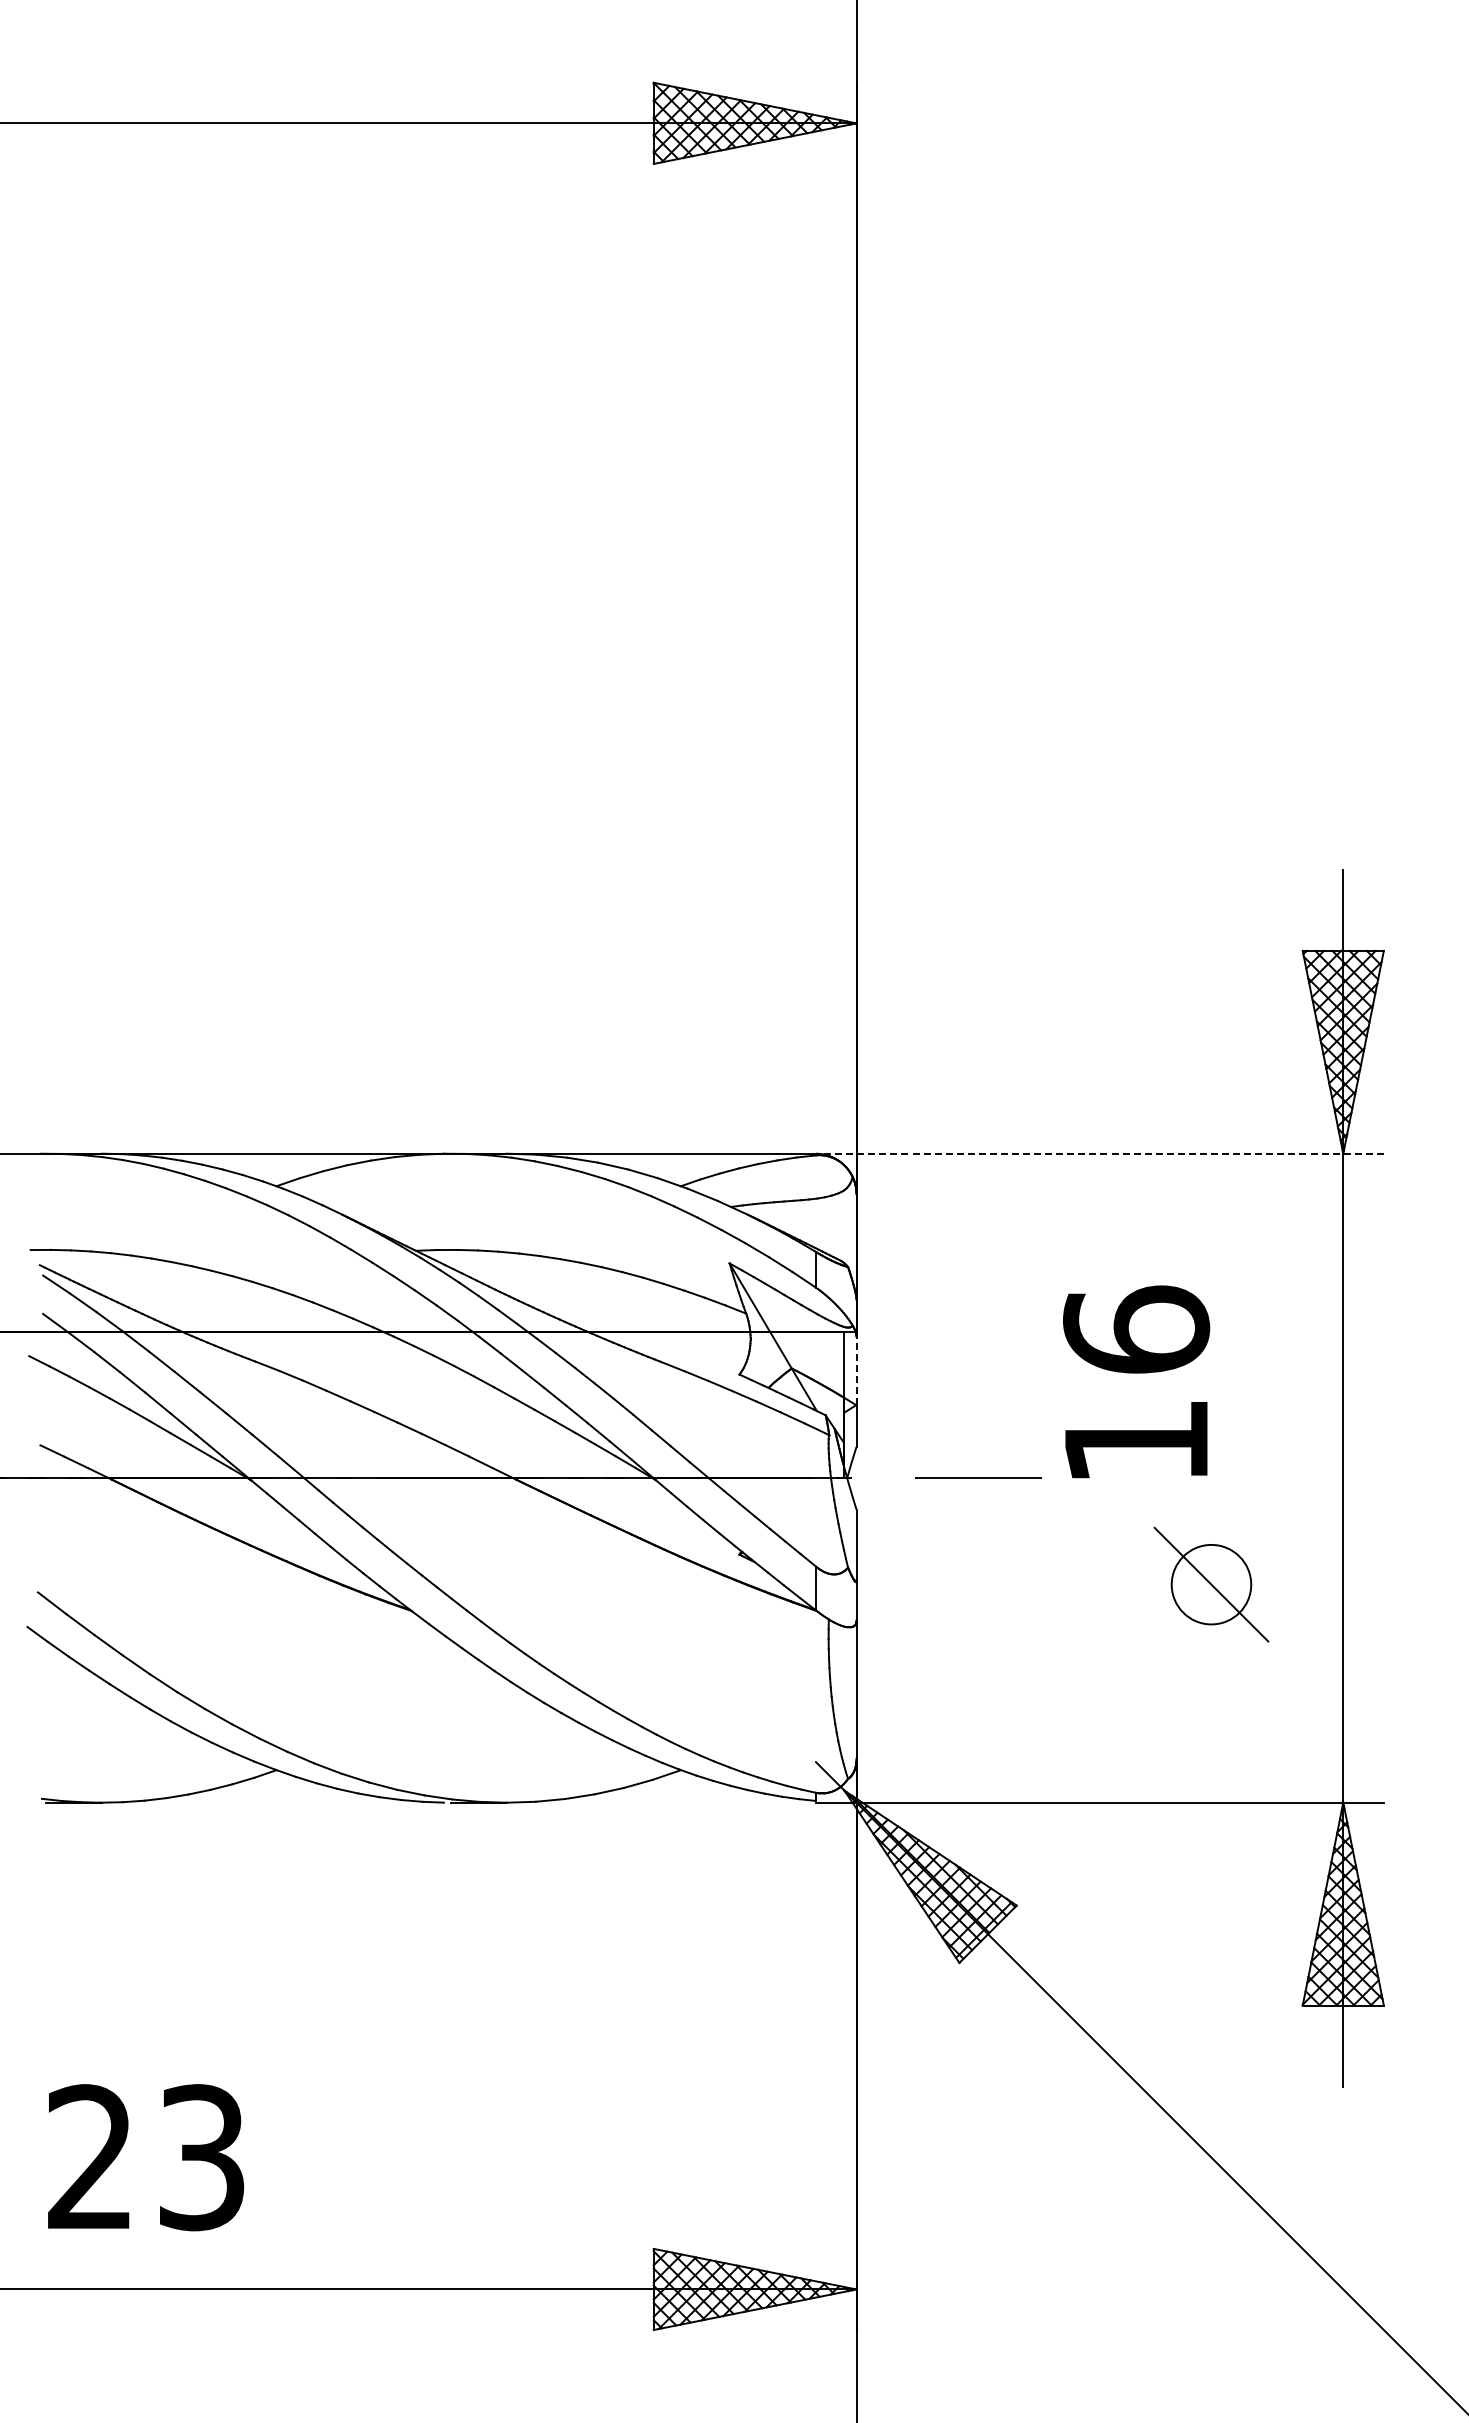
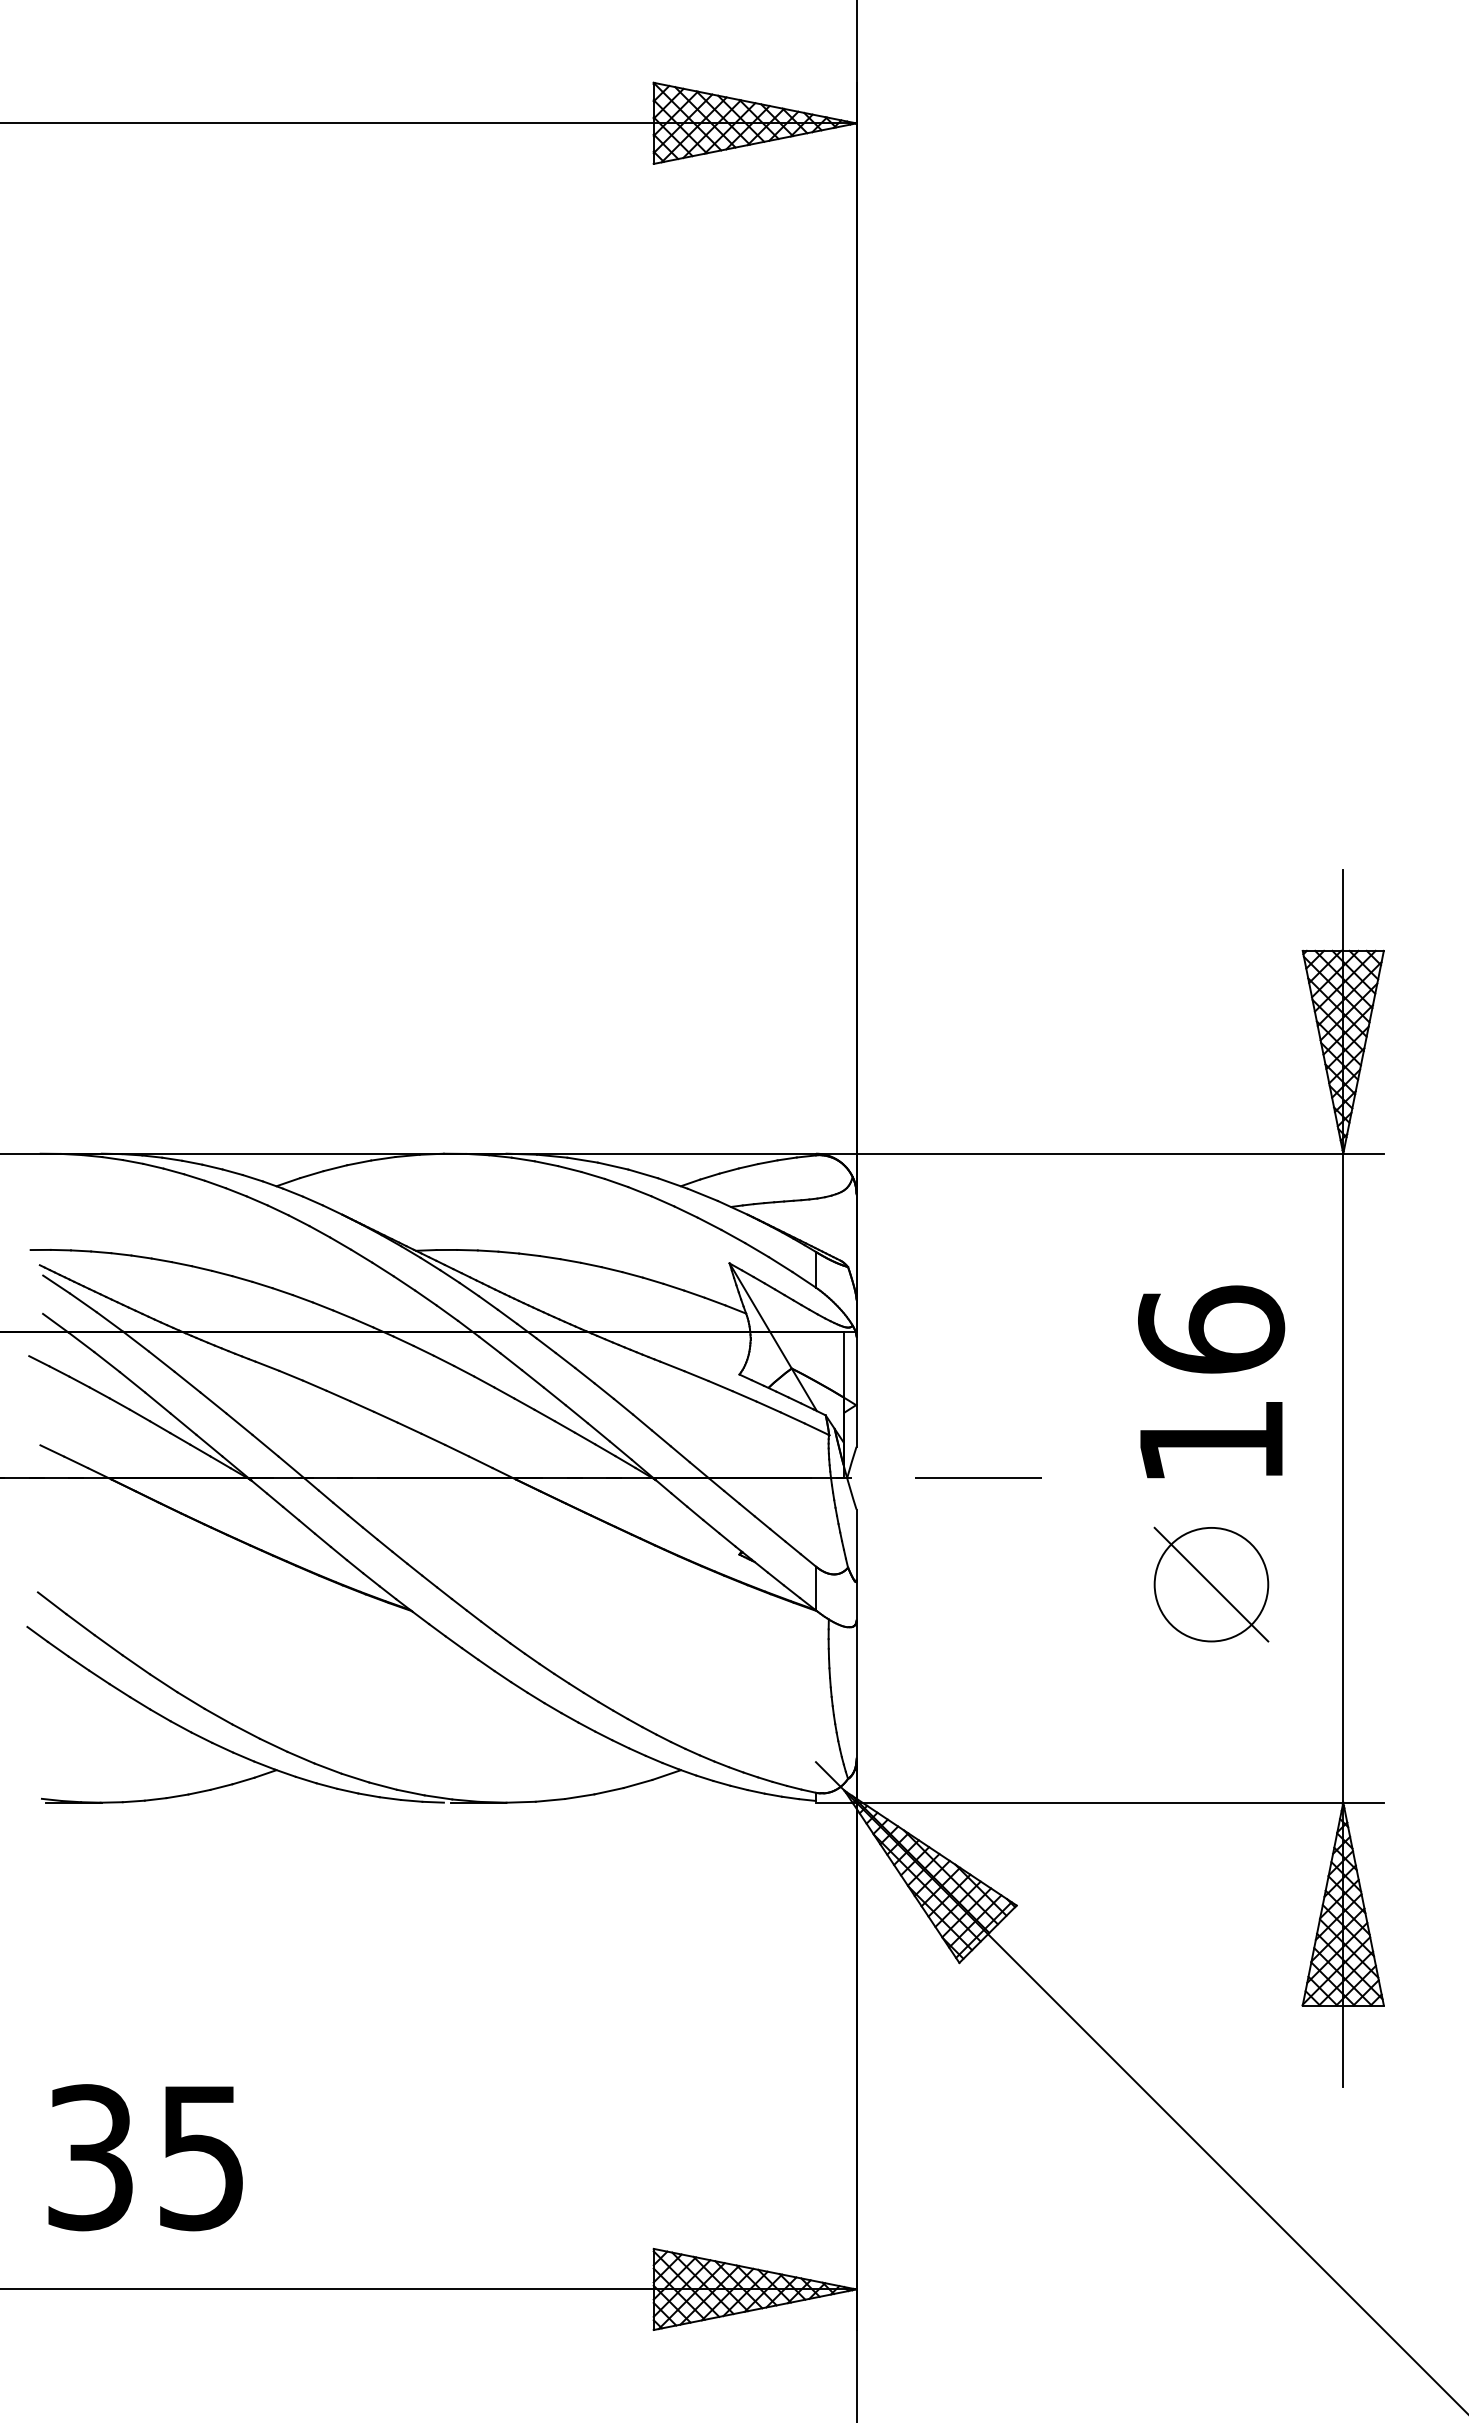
line at (1099, 1153): dashed -> solid
line at (856, 1370): dashed -> solid
text at (1136, 1381) position: (1136, 1381) -> (1211, 1381)
circle at (1211, 1584) diameter: 80 px -> 114 px
text at (146, 2157): 23 -> 35
